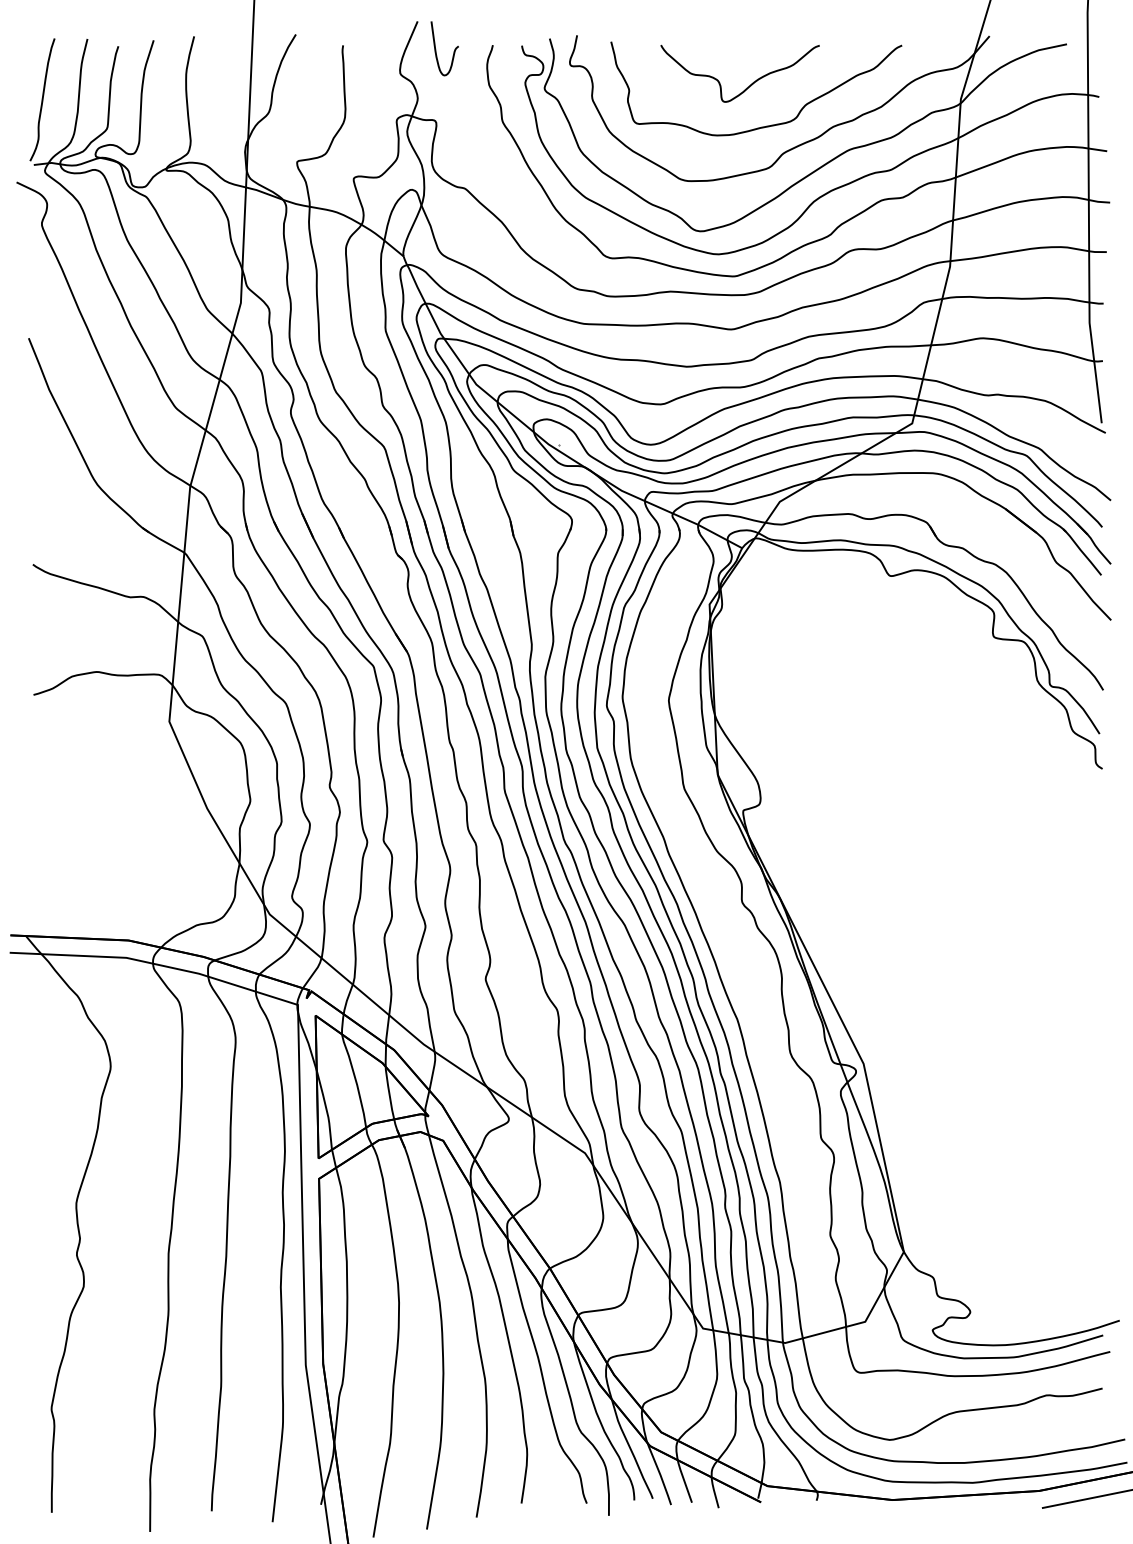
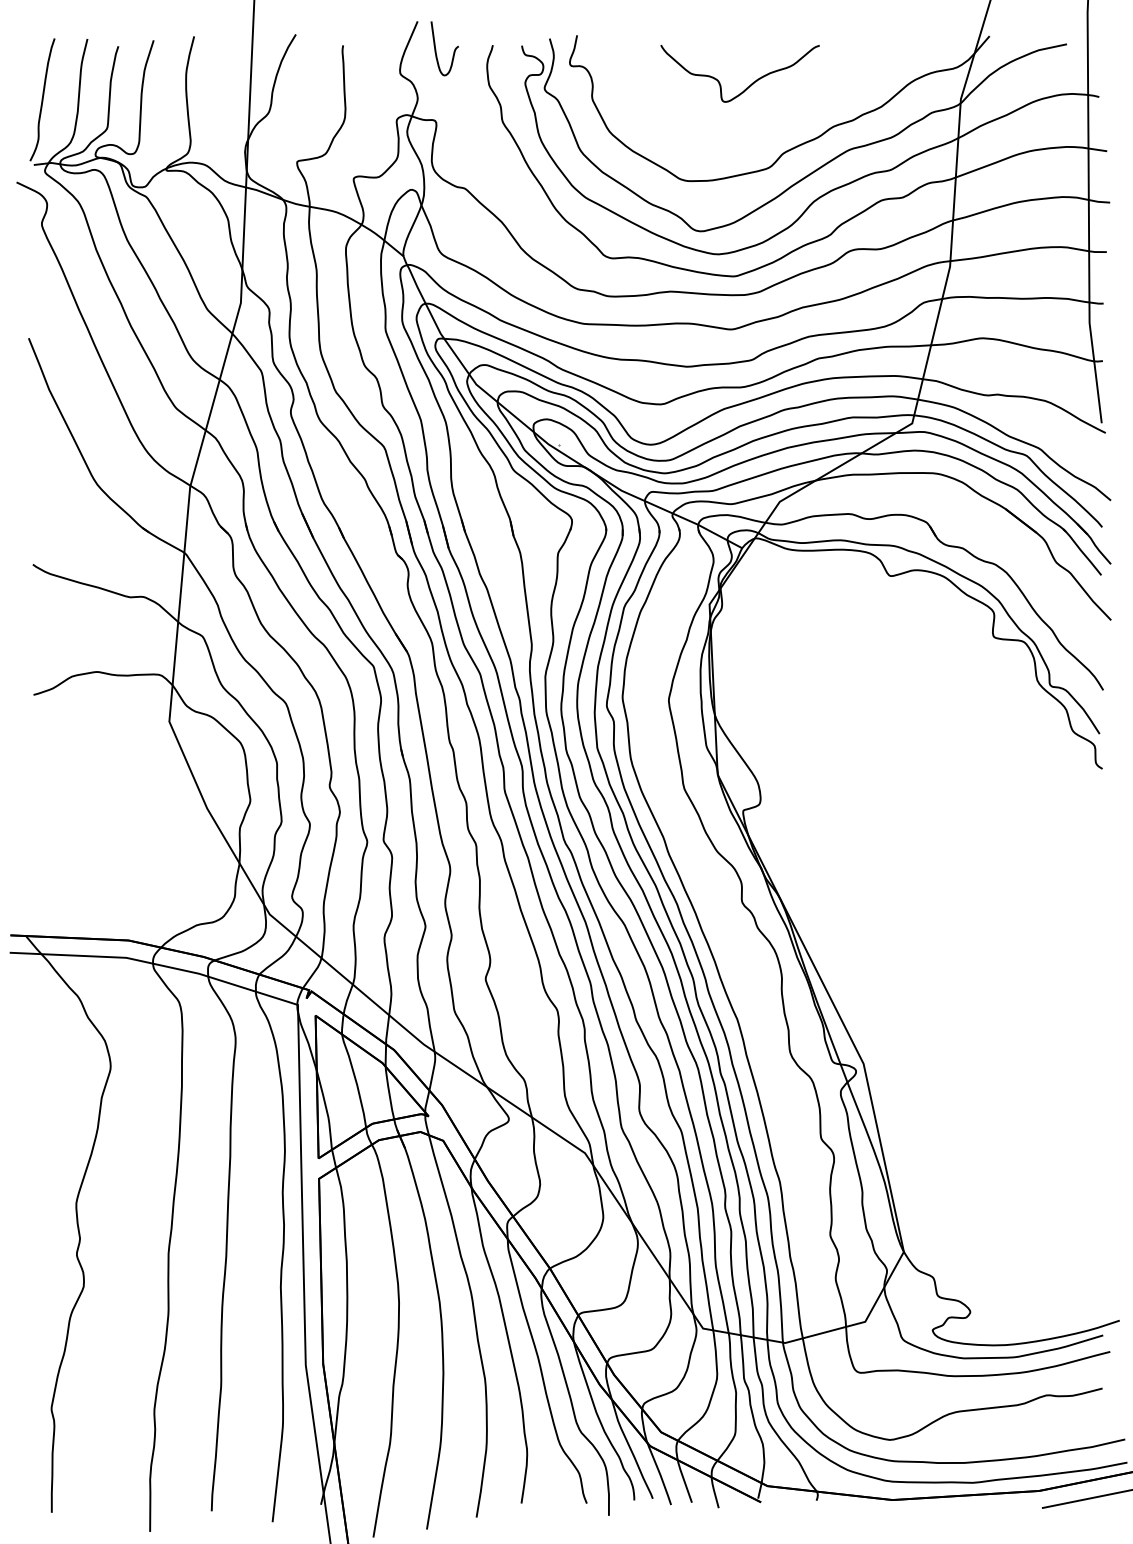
curve at (766, 125): present -> none
